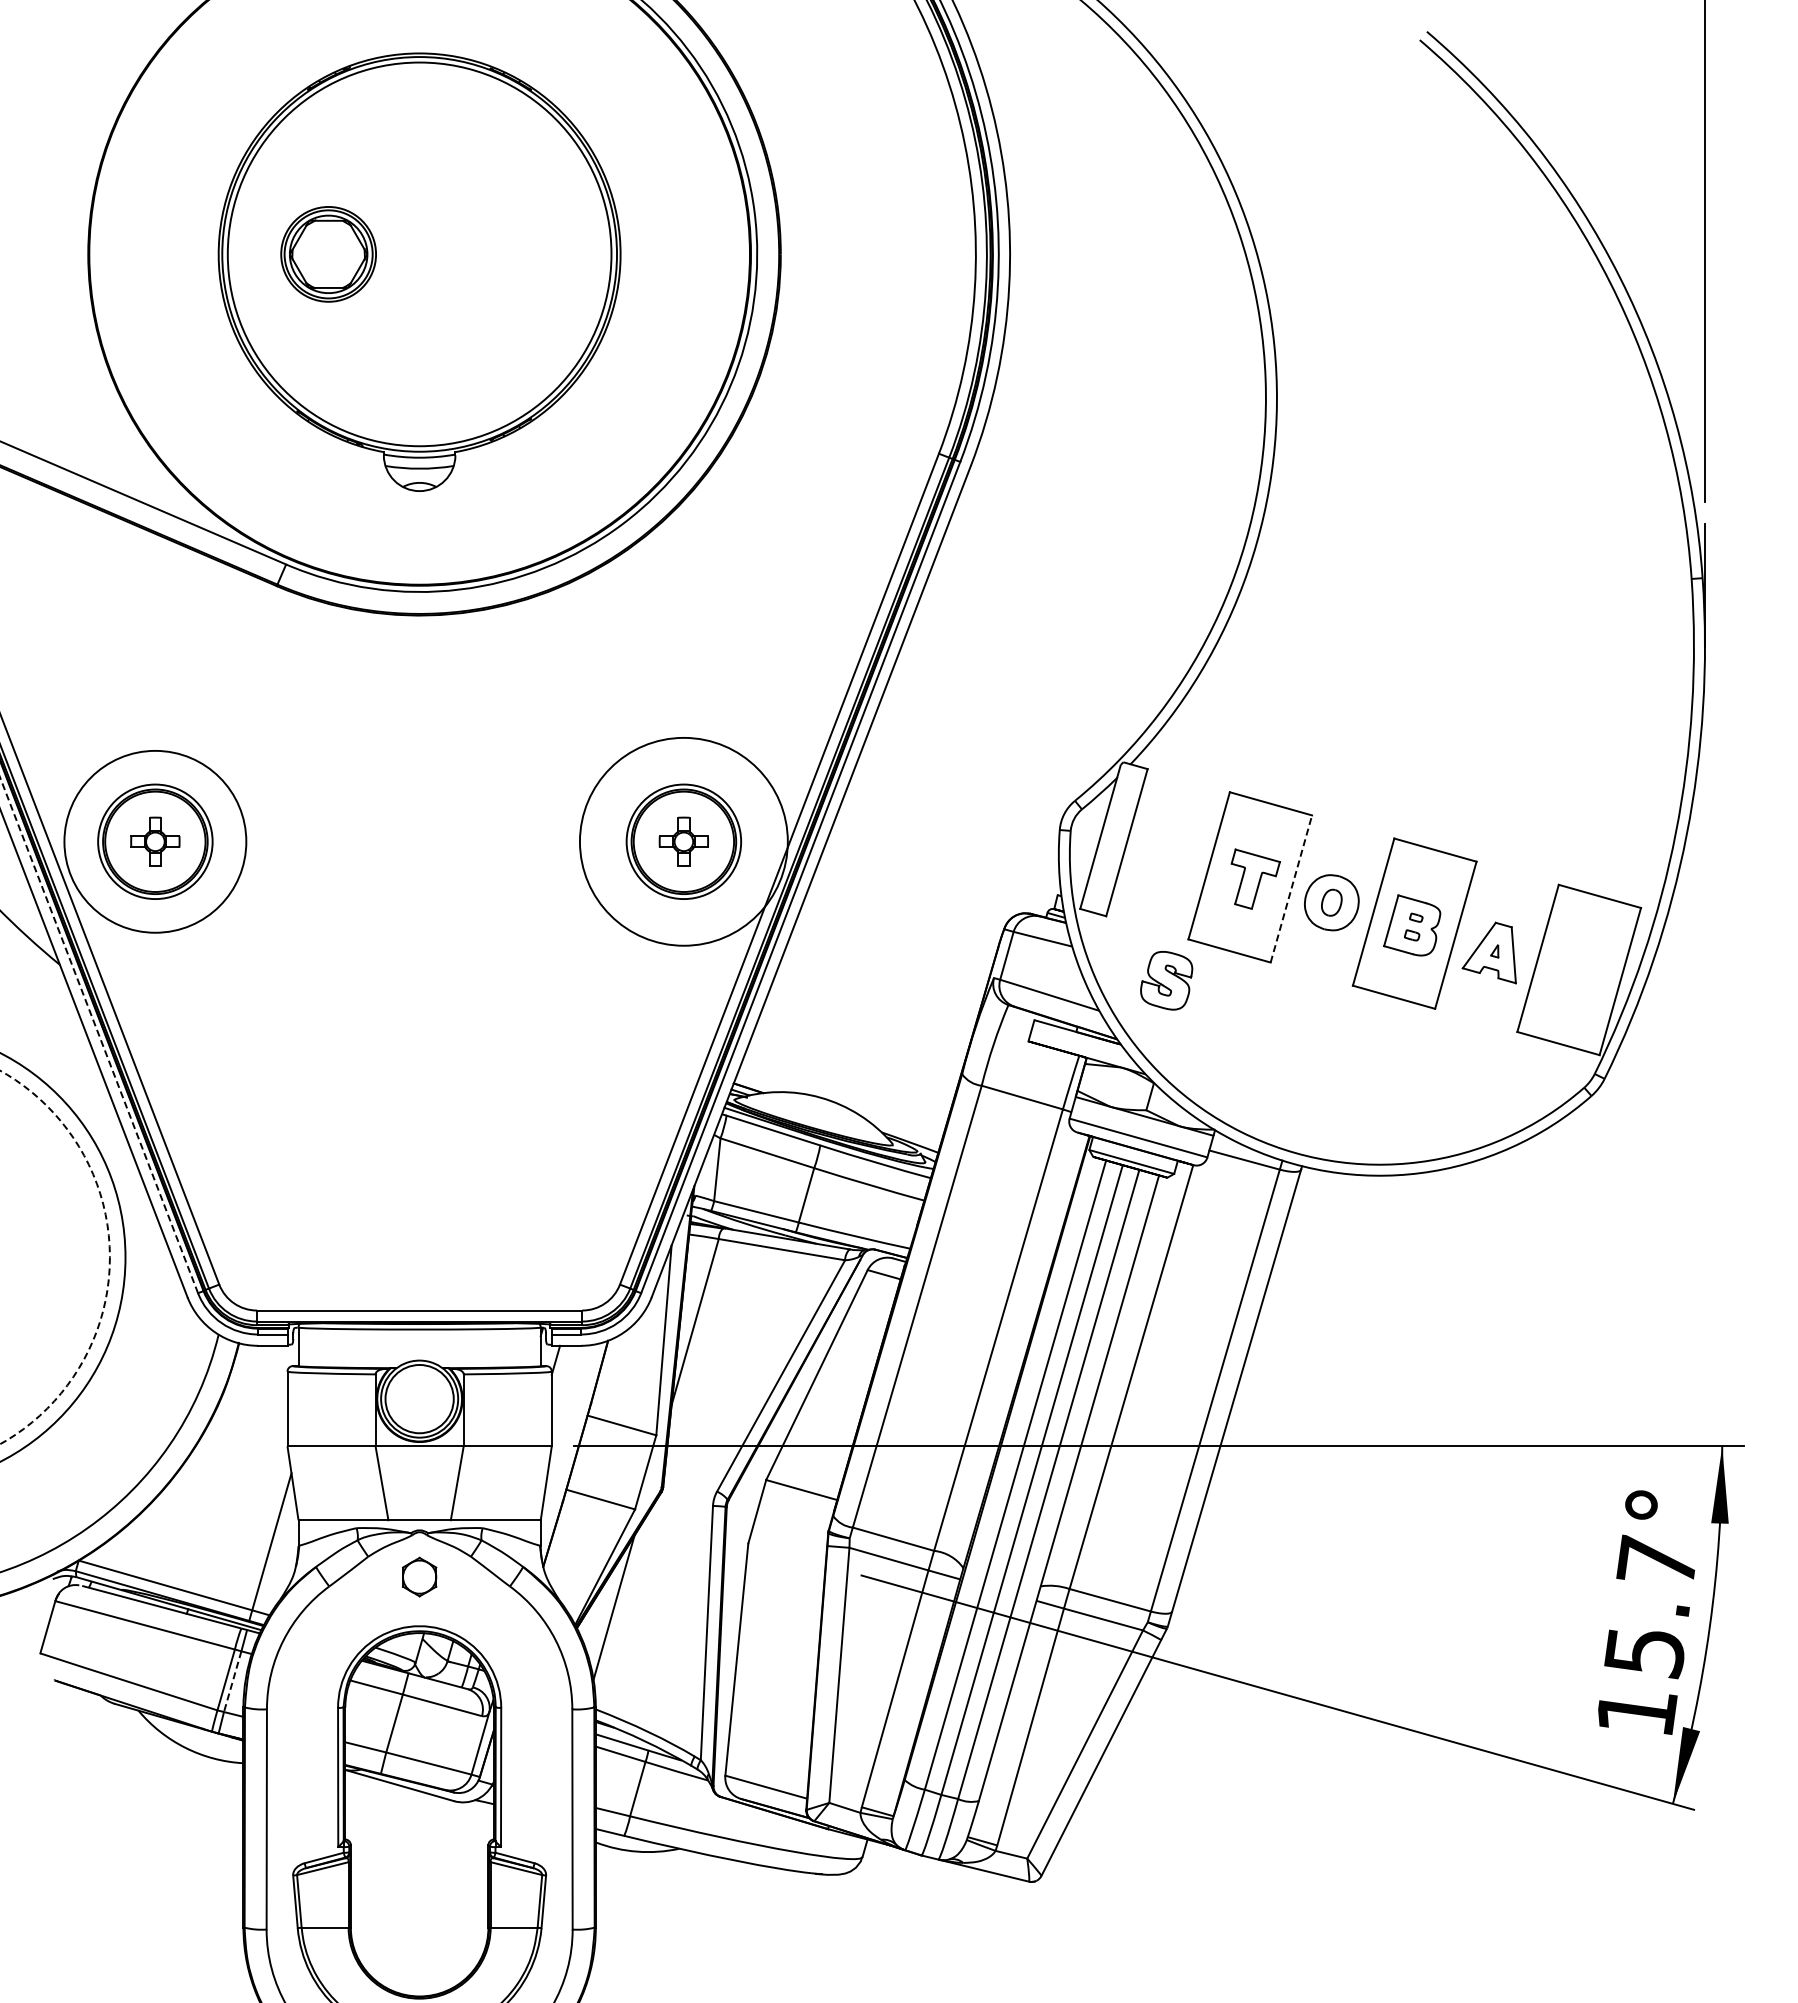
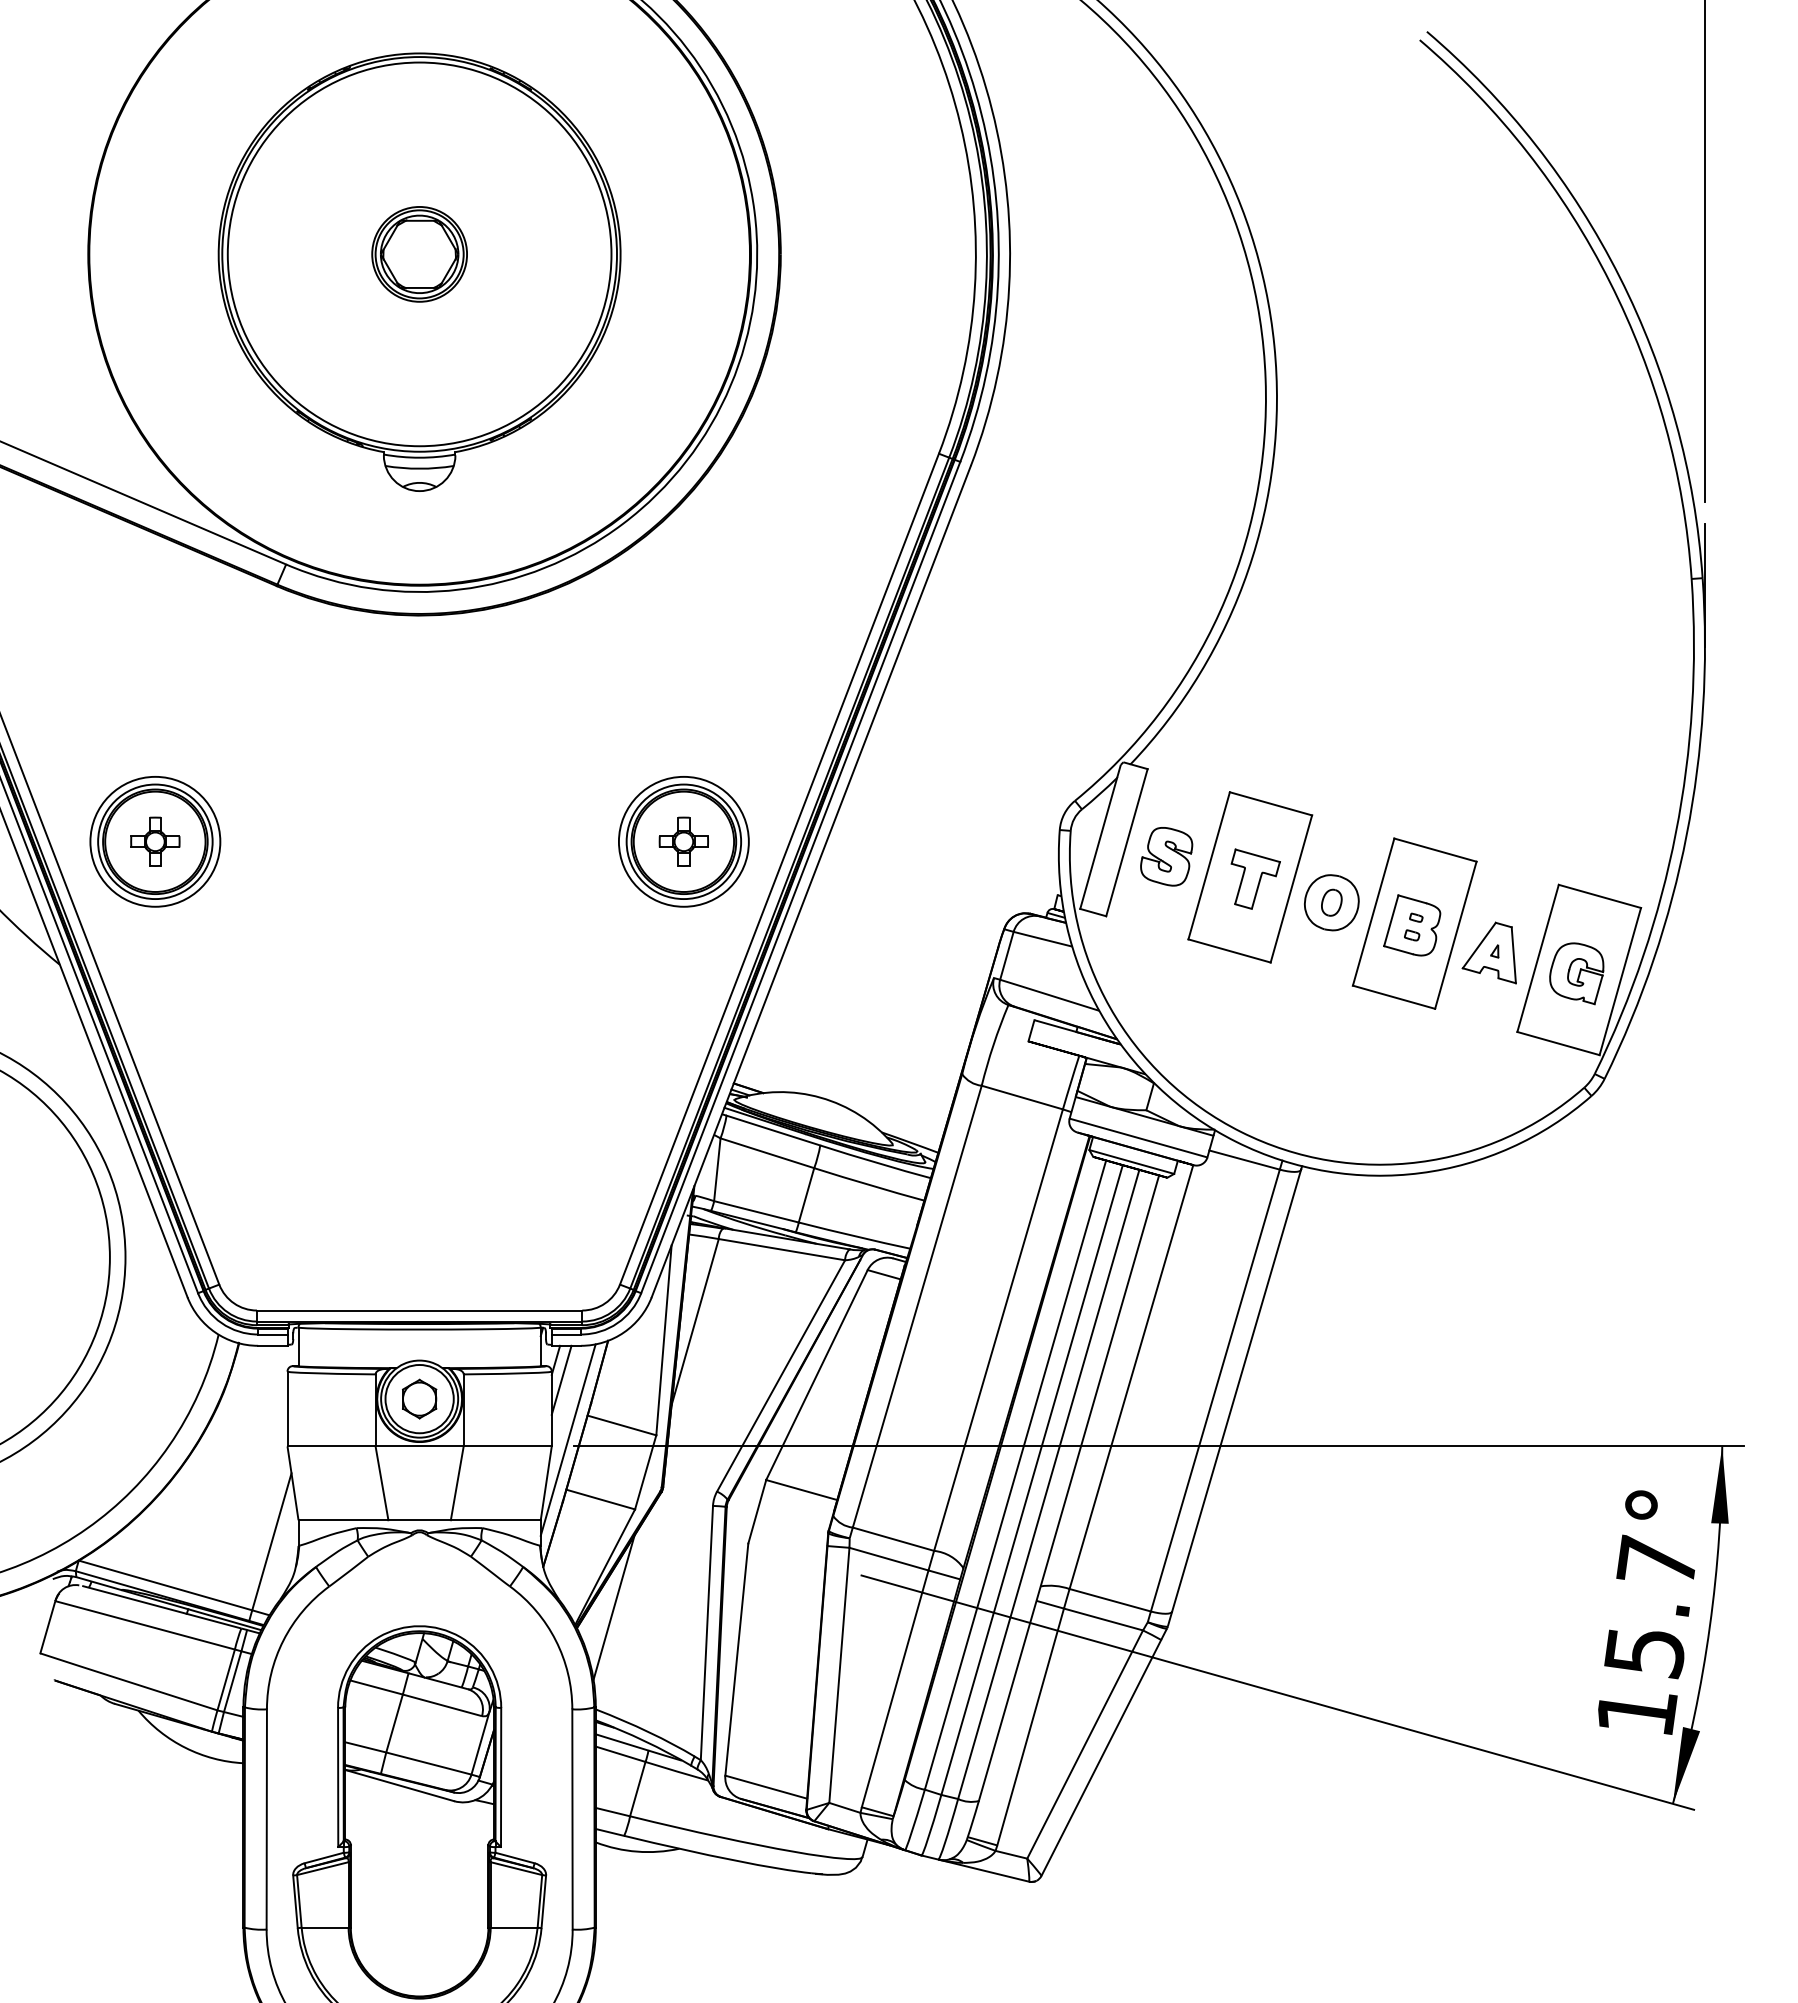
part at (328, 254) position: (328, 254) -> (419, 254)
circle at (155, 841) diameter: 182 px -> 130 px
circle at (683, 841) diameter: 208 px -> 130 px
line at (1291, 888): dashed -> solid
part at (1576, 973): none -> present
part at (1166, 980) position: (1166, 980) -> (1166, 856)
line at (98, 1034): dashed -> solid
circle at (54, 1257): dashed -> solid
line at (561, 1379): none -> present
line at (567, 1439): none -> present
part at (419, 1576) position: (419, 1576) -> (419, 1398)
line at (232, 1681): dashed -> solid
